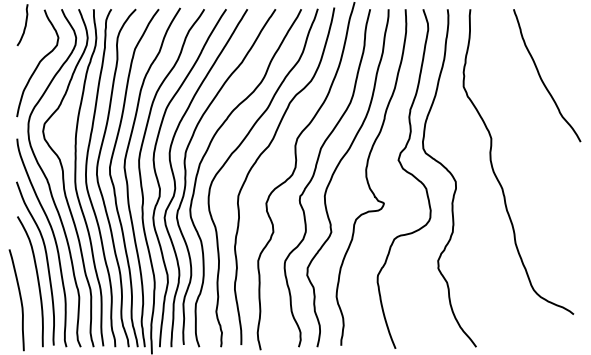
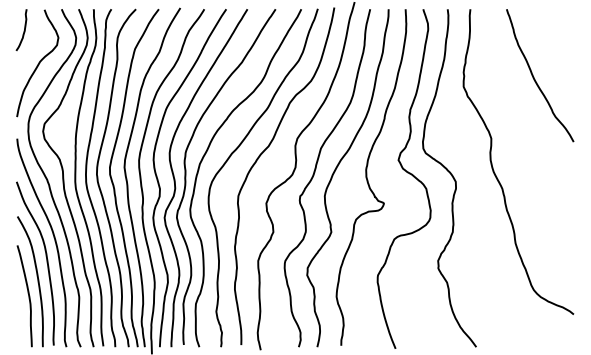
curve at (24, 25) position: (24, 25) -> (23, 30)
curve at (541, 77) position: (541, 77) -> (534, 77)
curve at (20, 300) position: (20, 300) -> (28, 296)
